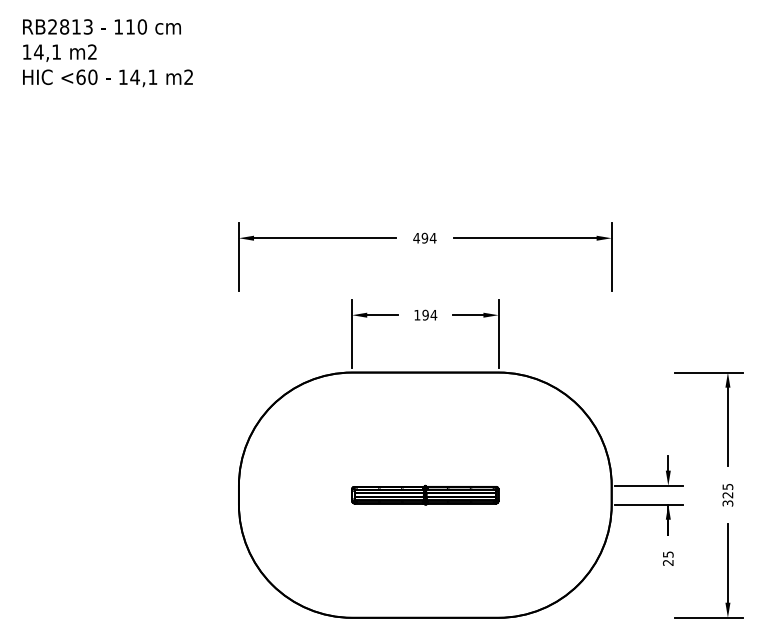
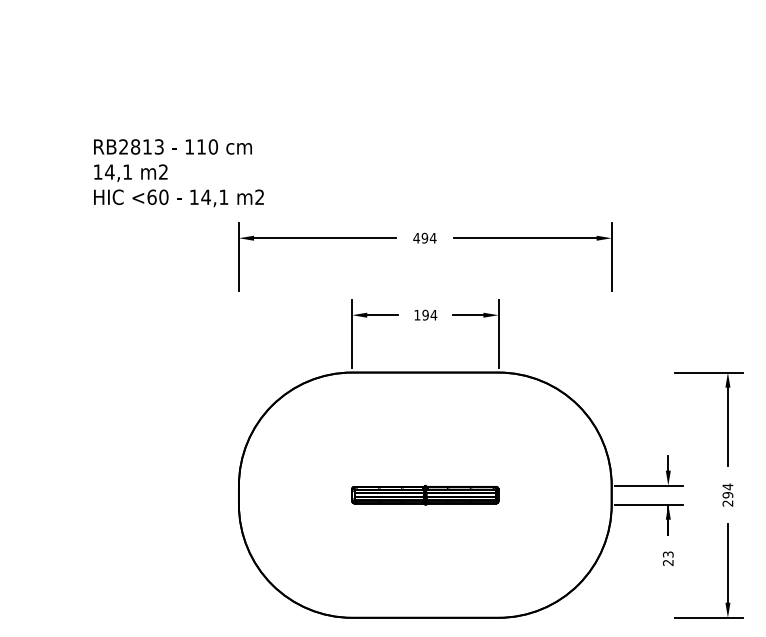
text at (107, 53) position: (107, 53) -> (178, 173)
text at (727, 494): 325 -> 294
text at (667, 554): 25 -> 23
